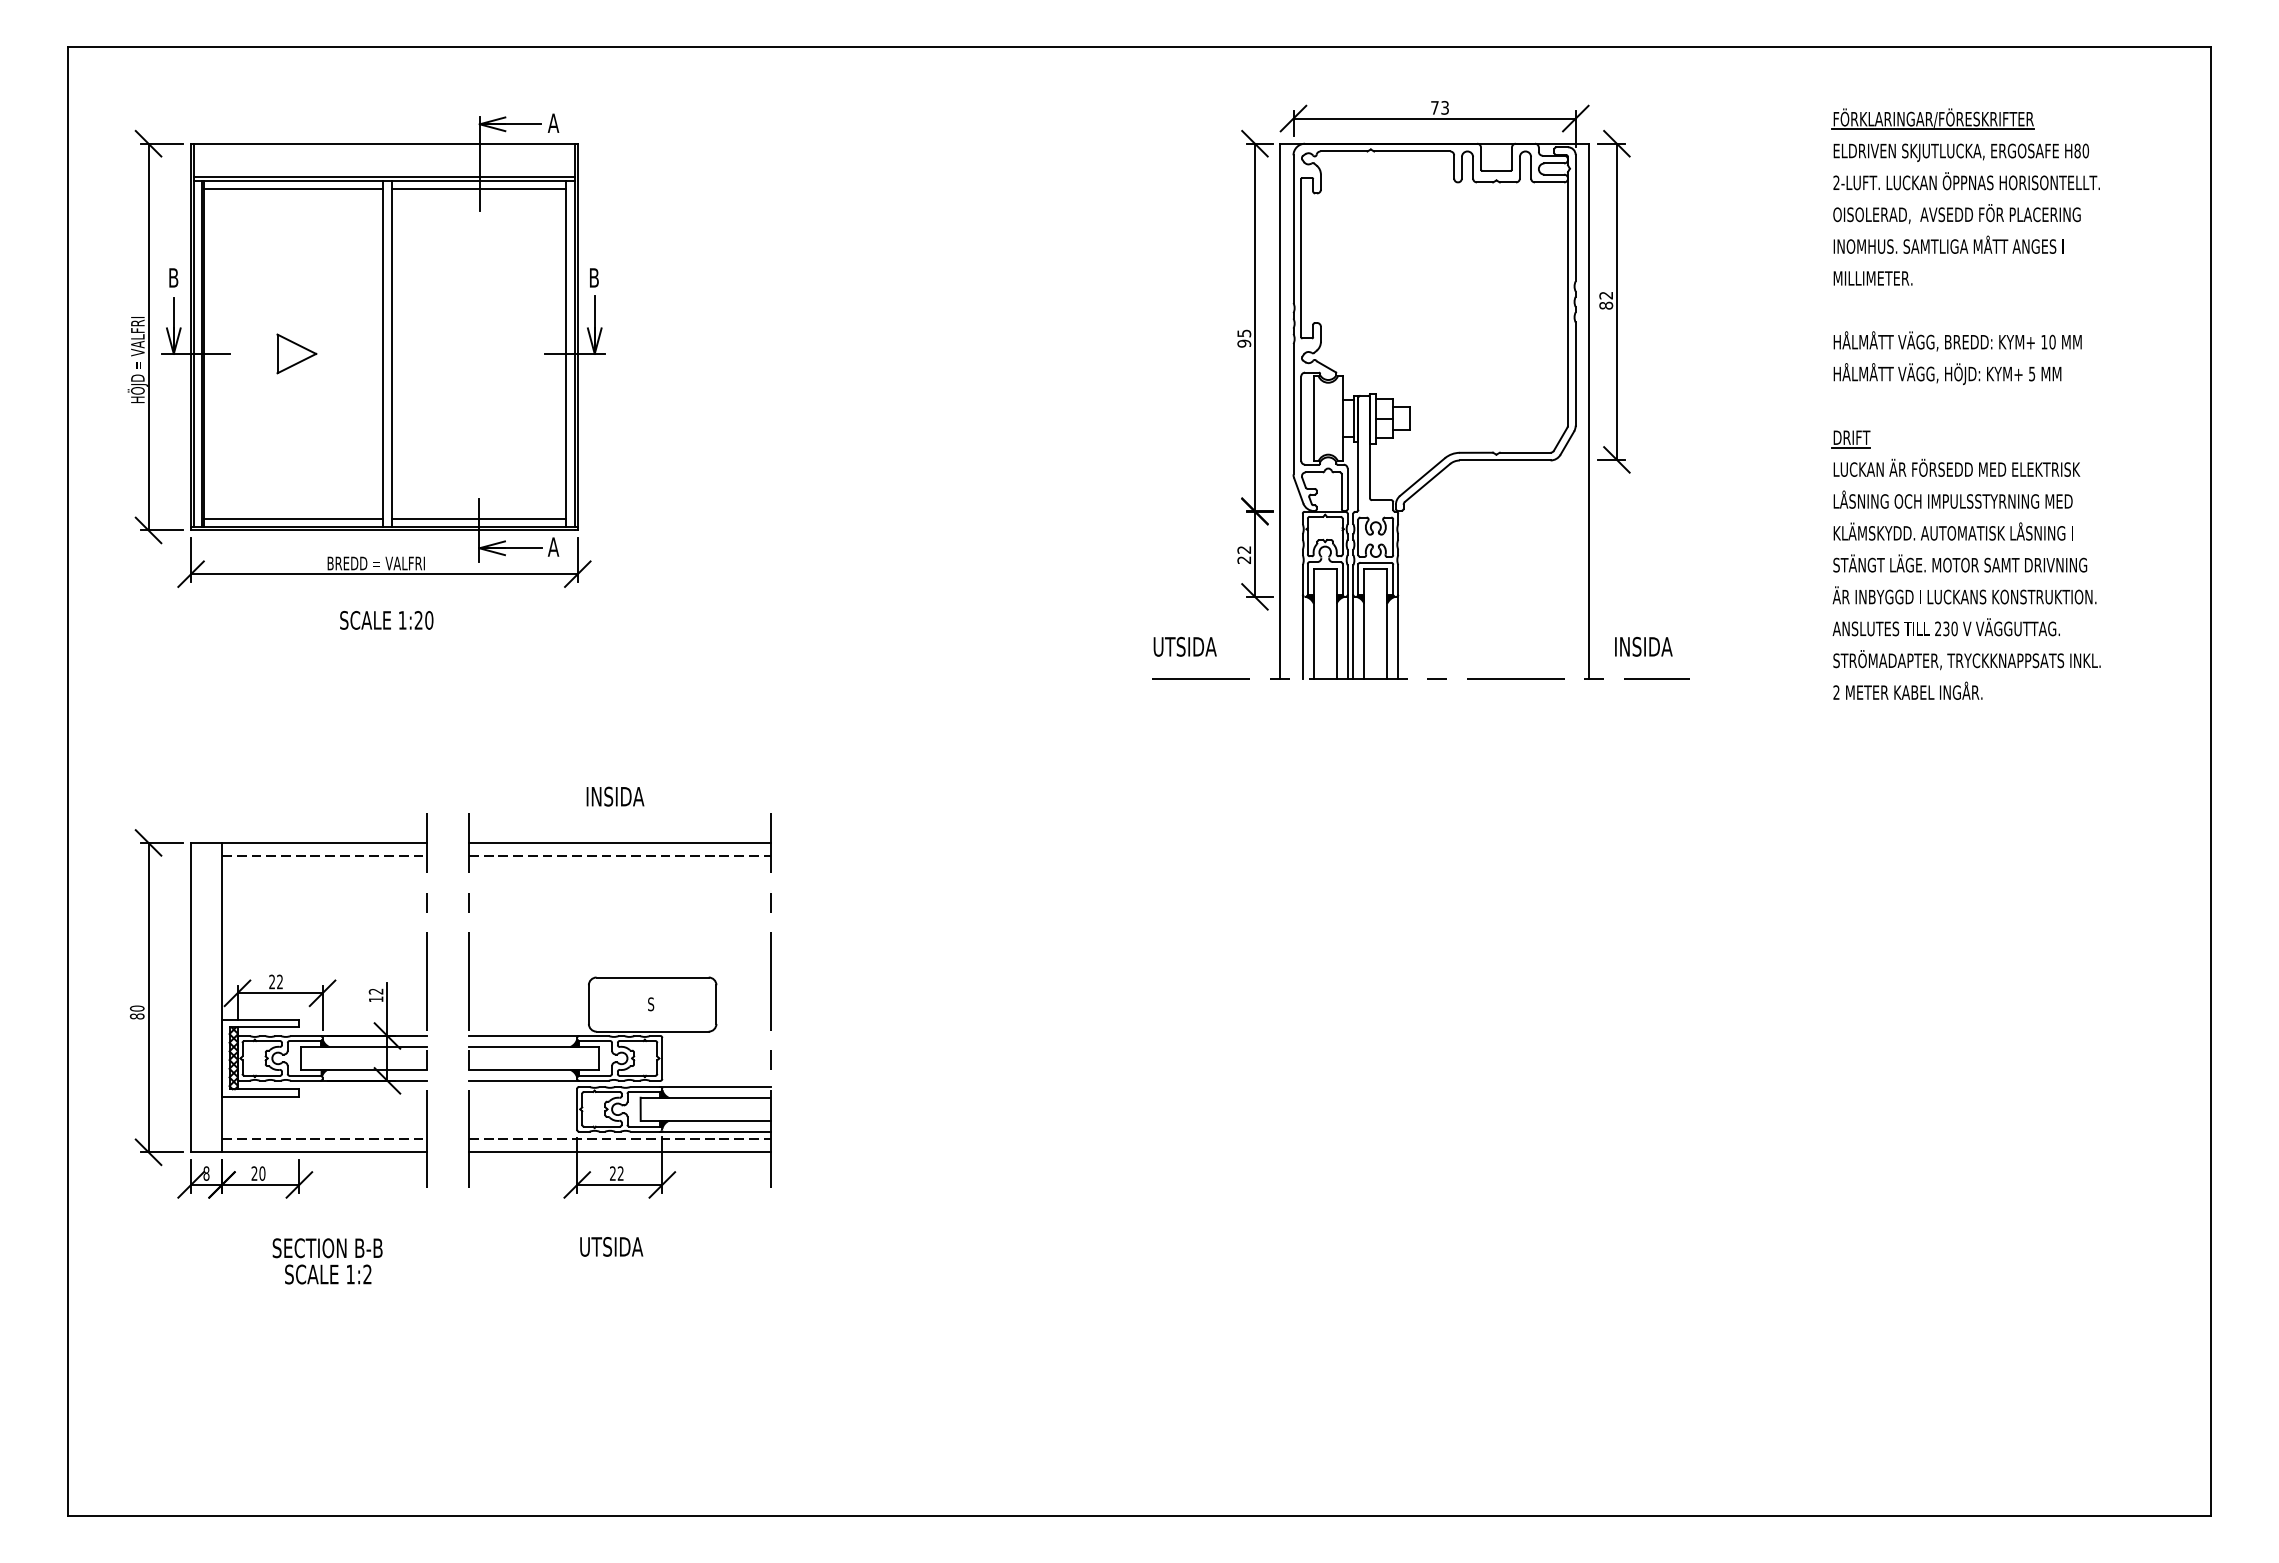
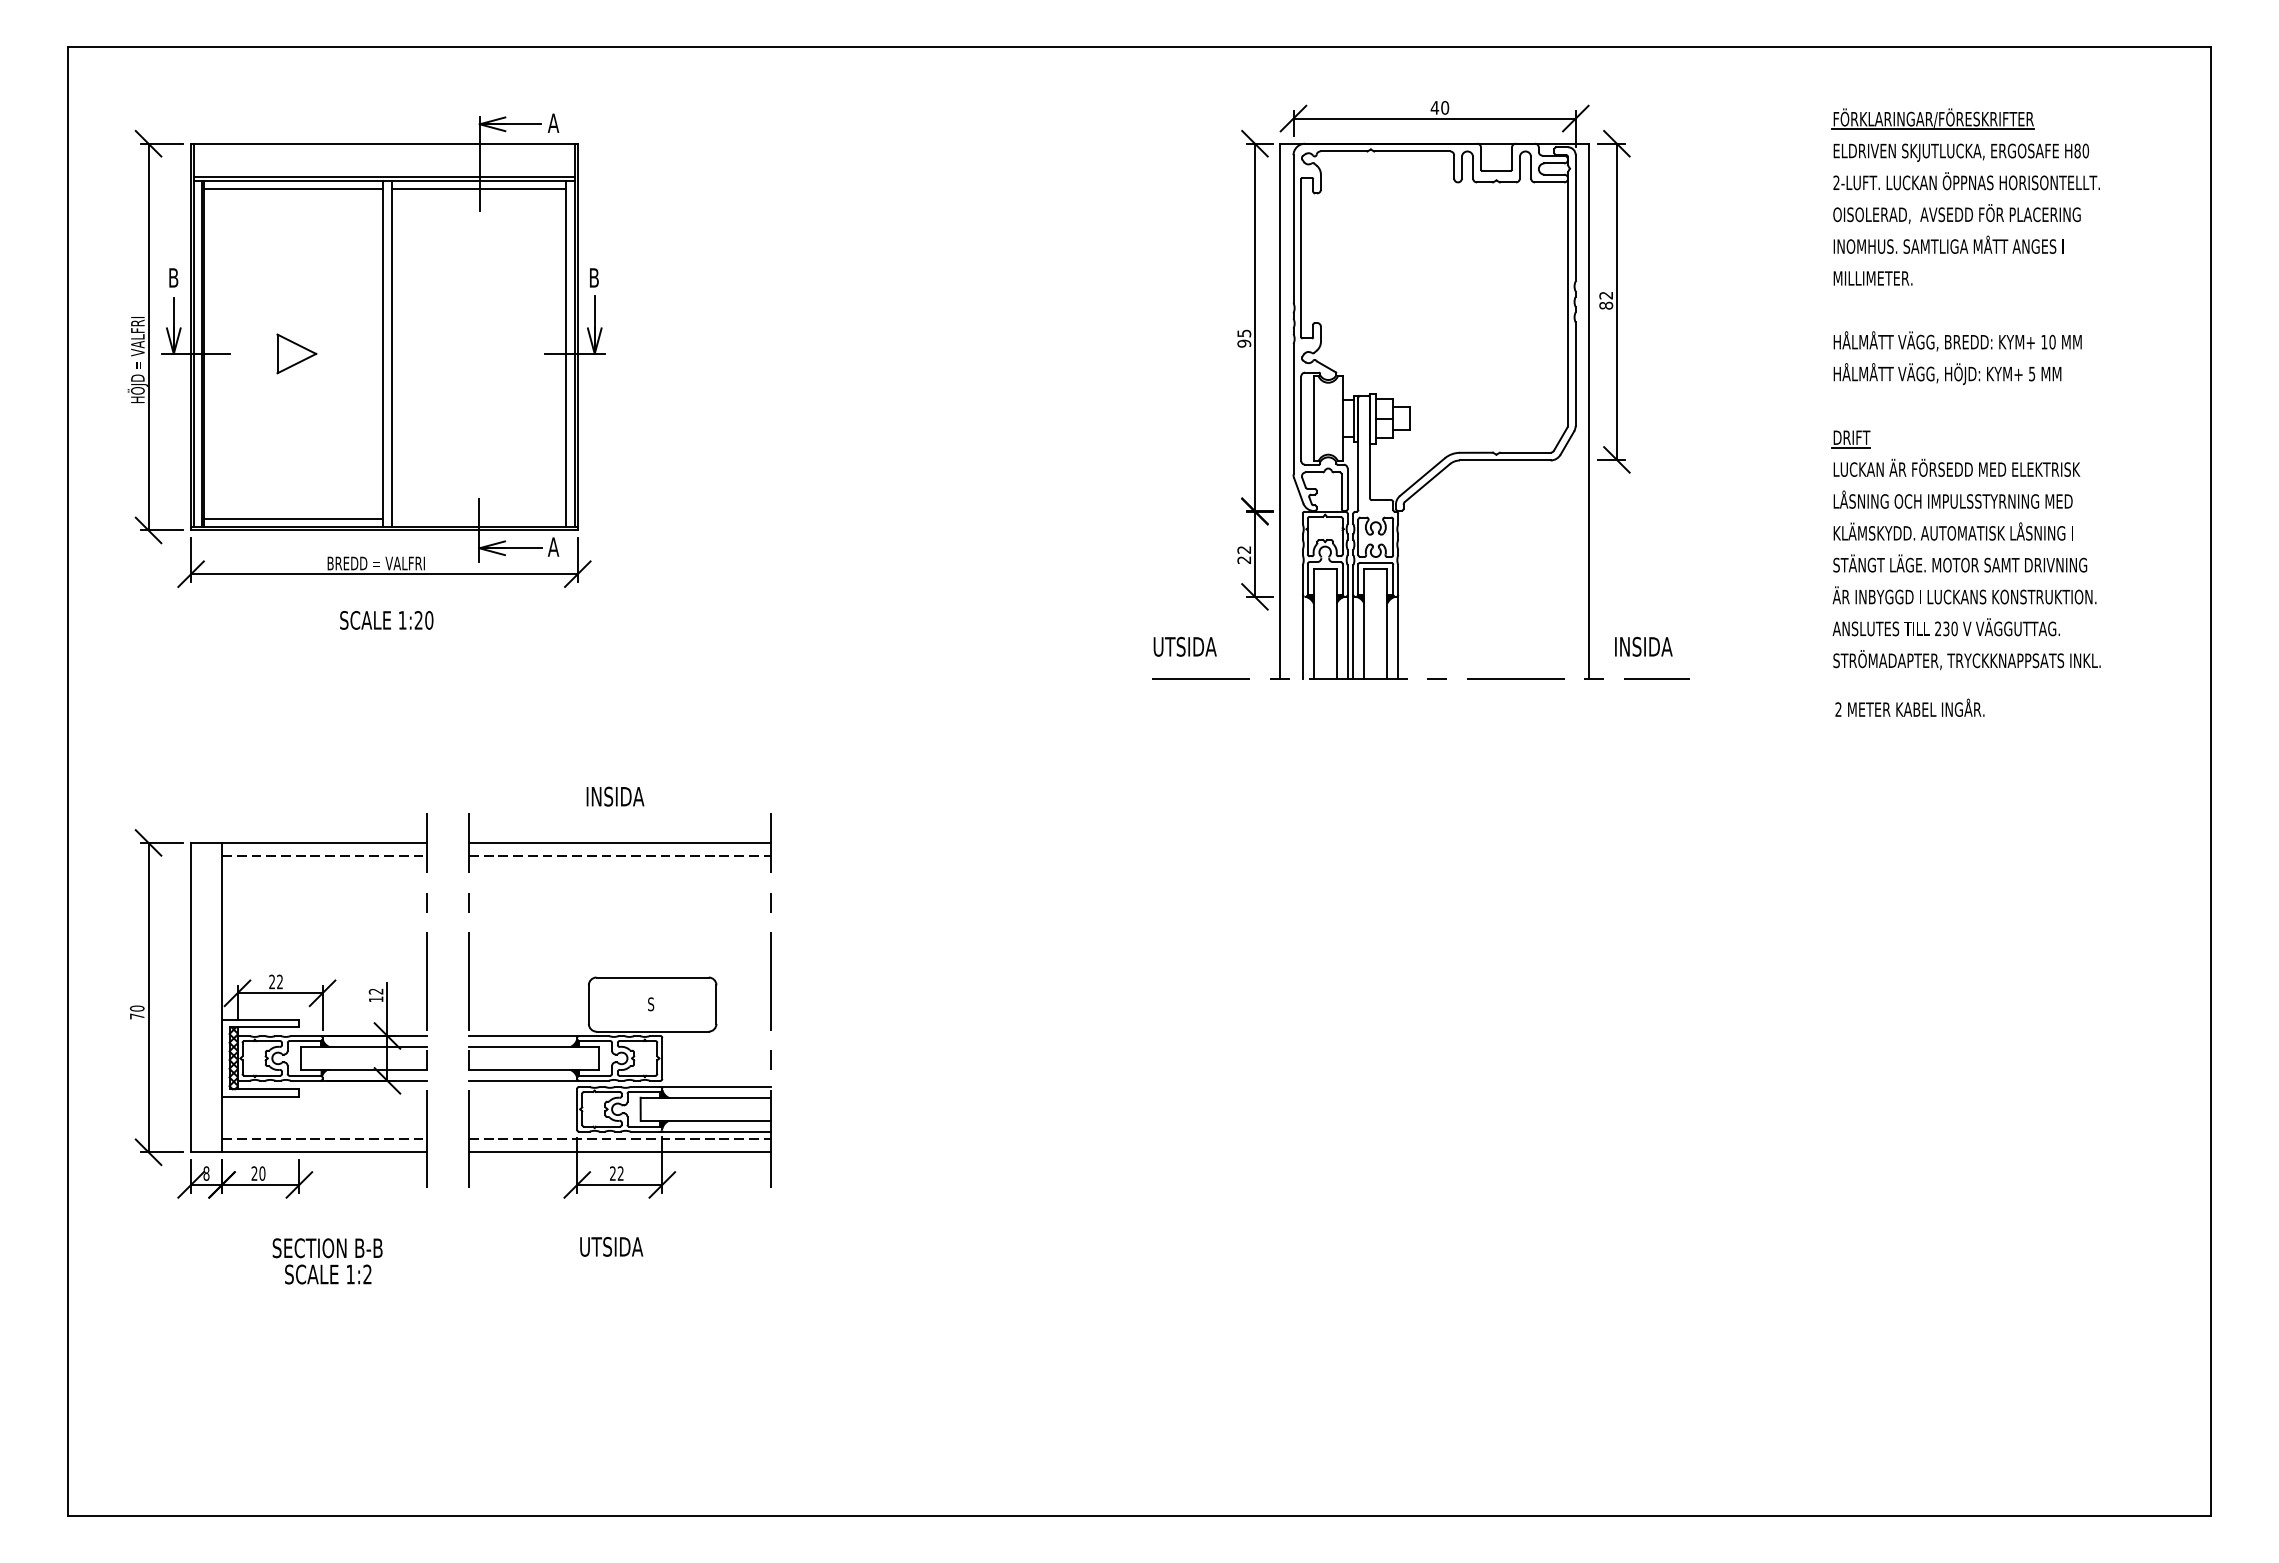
text at (1439, 107): 73 -> 40
line at (478, 518): present -> none
text at (1907, 690) position: (1907, 690) -> (1909, 707)
text at (136, 1016): 80 -> 70
